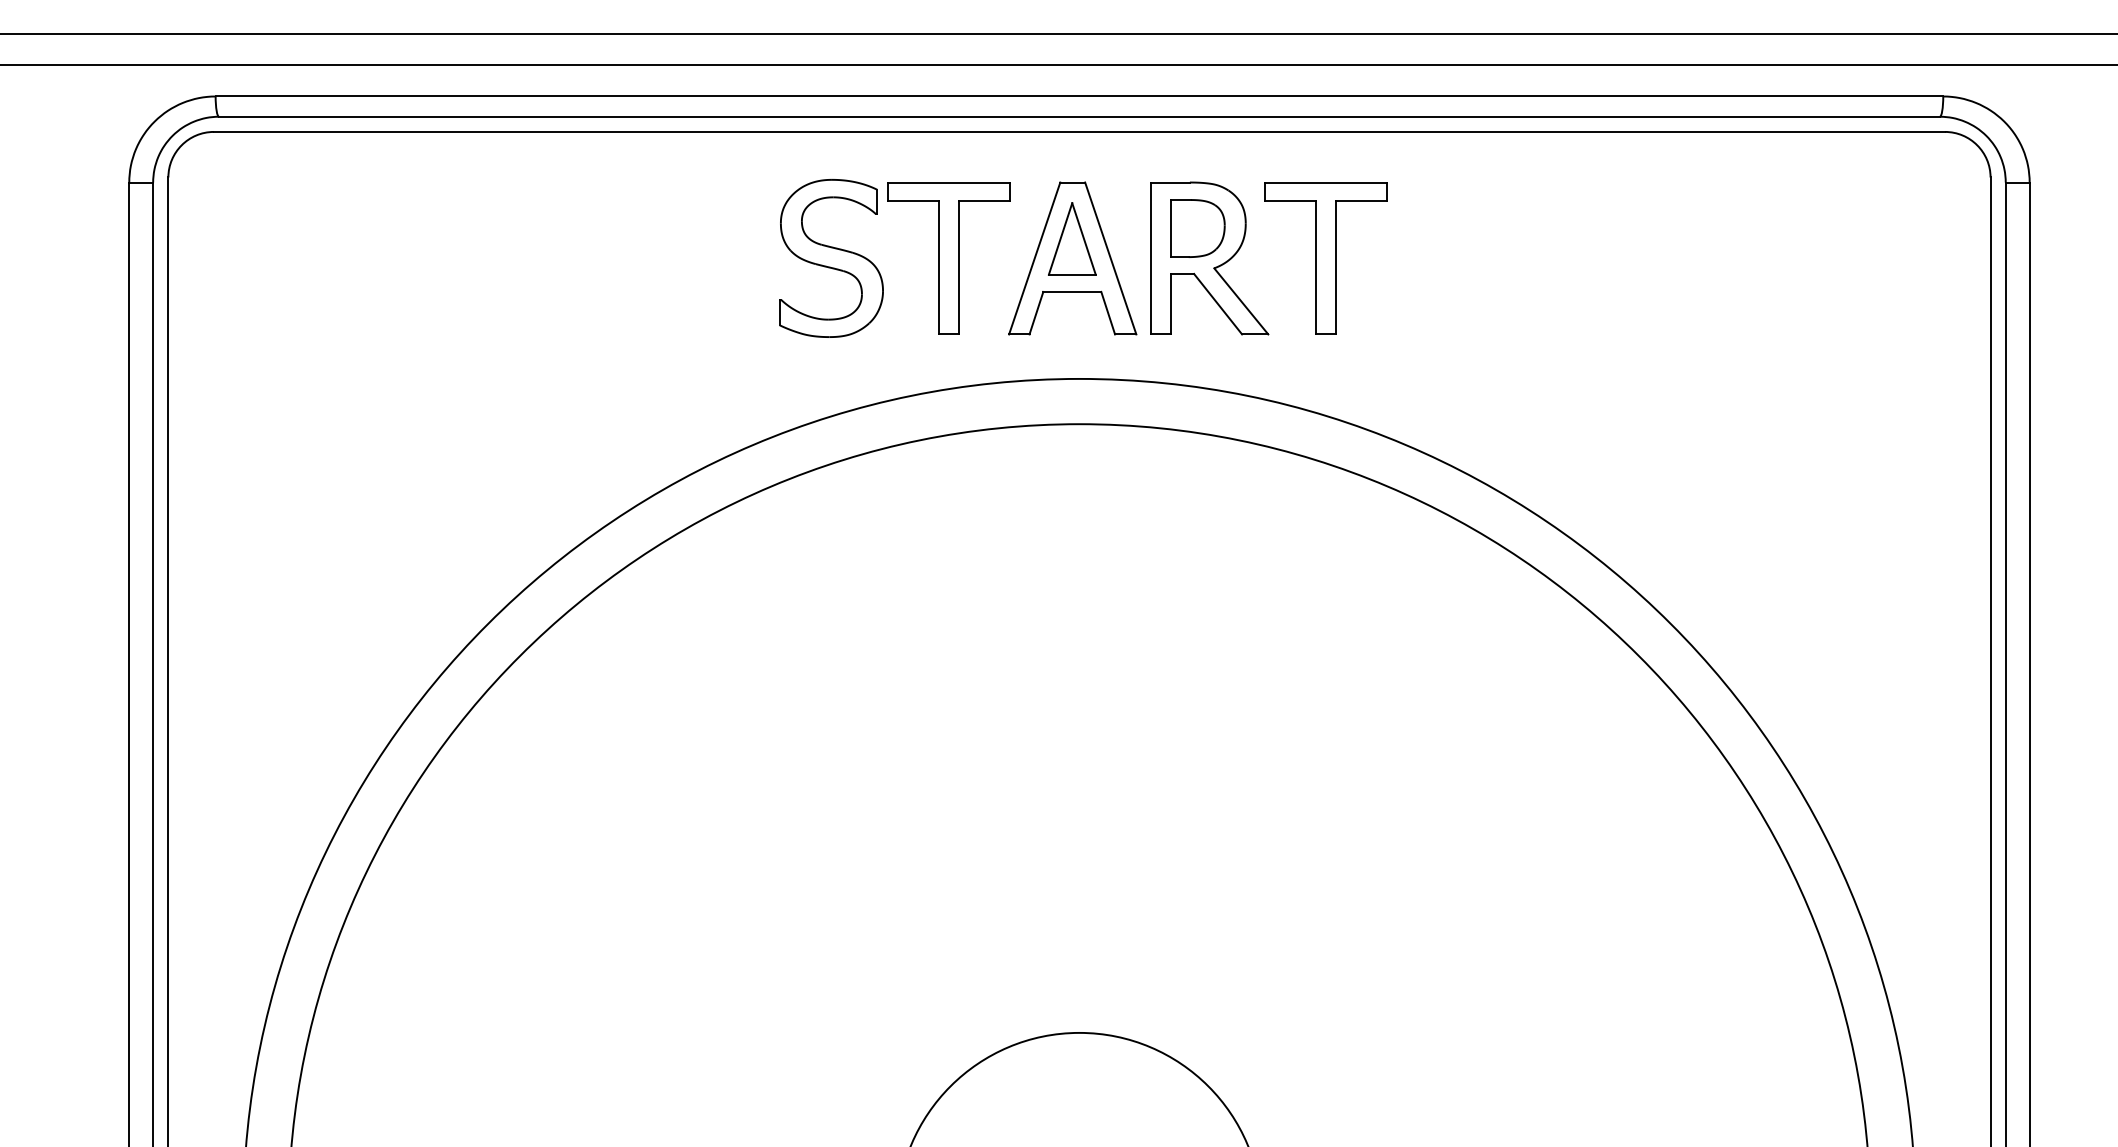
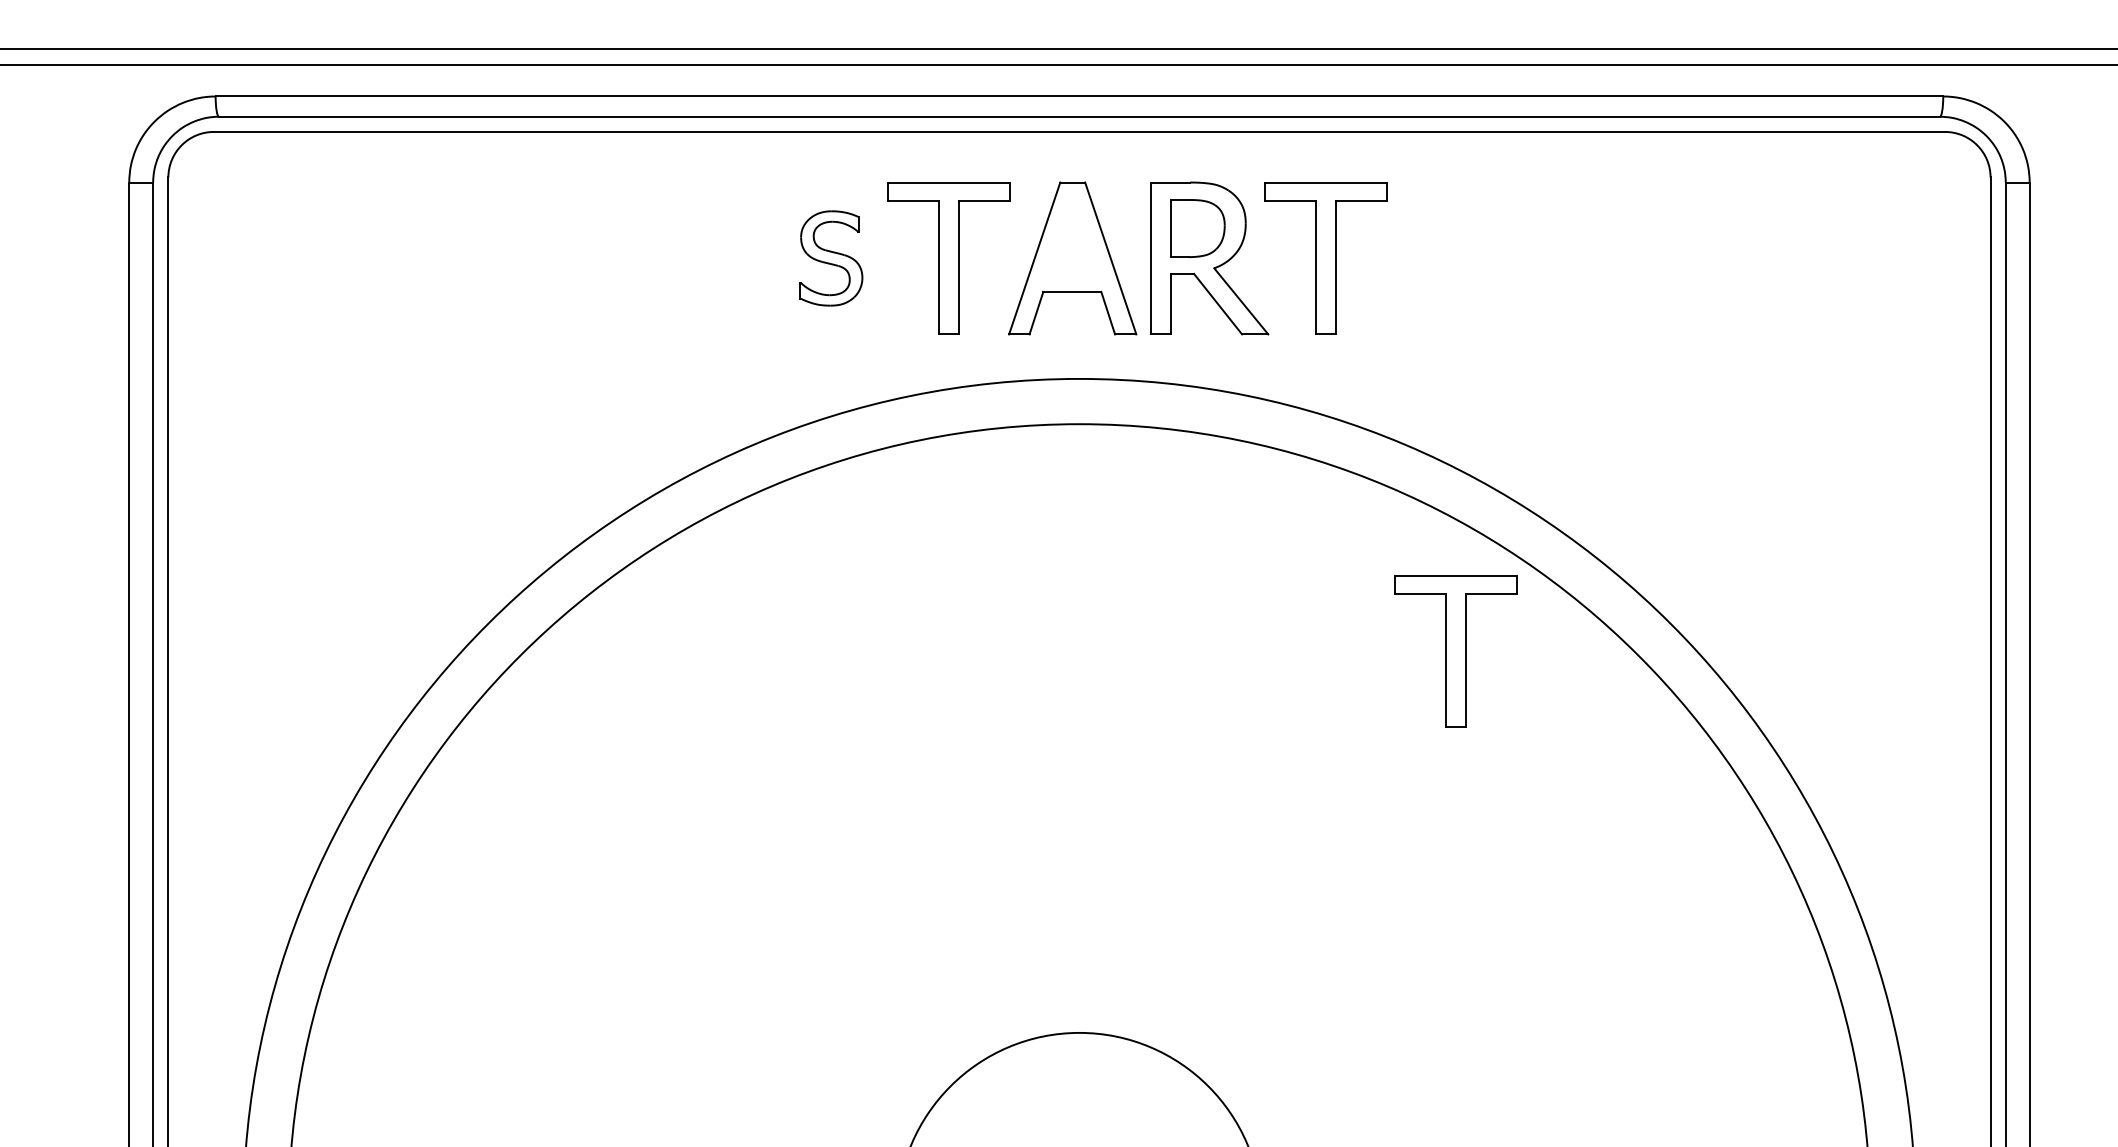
line at (1058, 34) position: (1058, 34) -> (1058, 49)
part at (1072, 238): present -> none
part at (831, 258) size: 105x159 px -> 65x97 px
part at (1455, 651): none -> present
